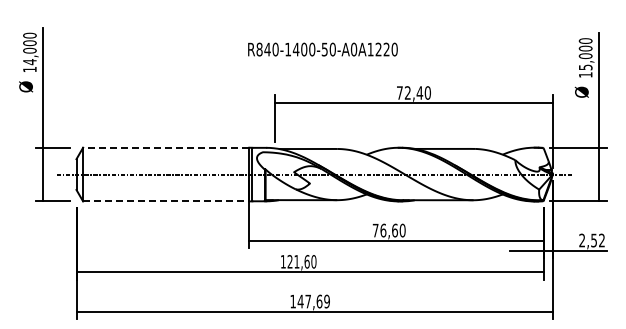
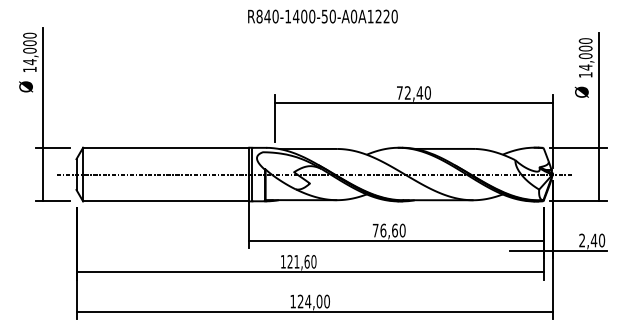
text at (322, 49) position: (322, 49) -> (322, 16)
text at (585, 67): 15,000 -> 14,000
line at (165, 147): dashed -> solid
line at (166, 201): dashed -> solid
text at (597, 240): 2,52 -> 2,40
text at (313, 301): 147,69 -> 124,00
